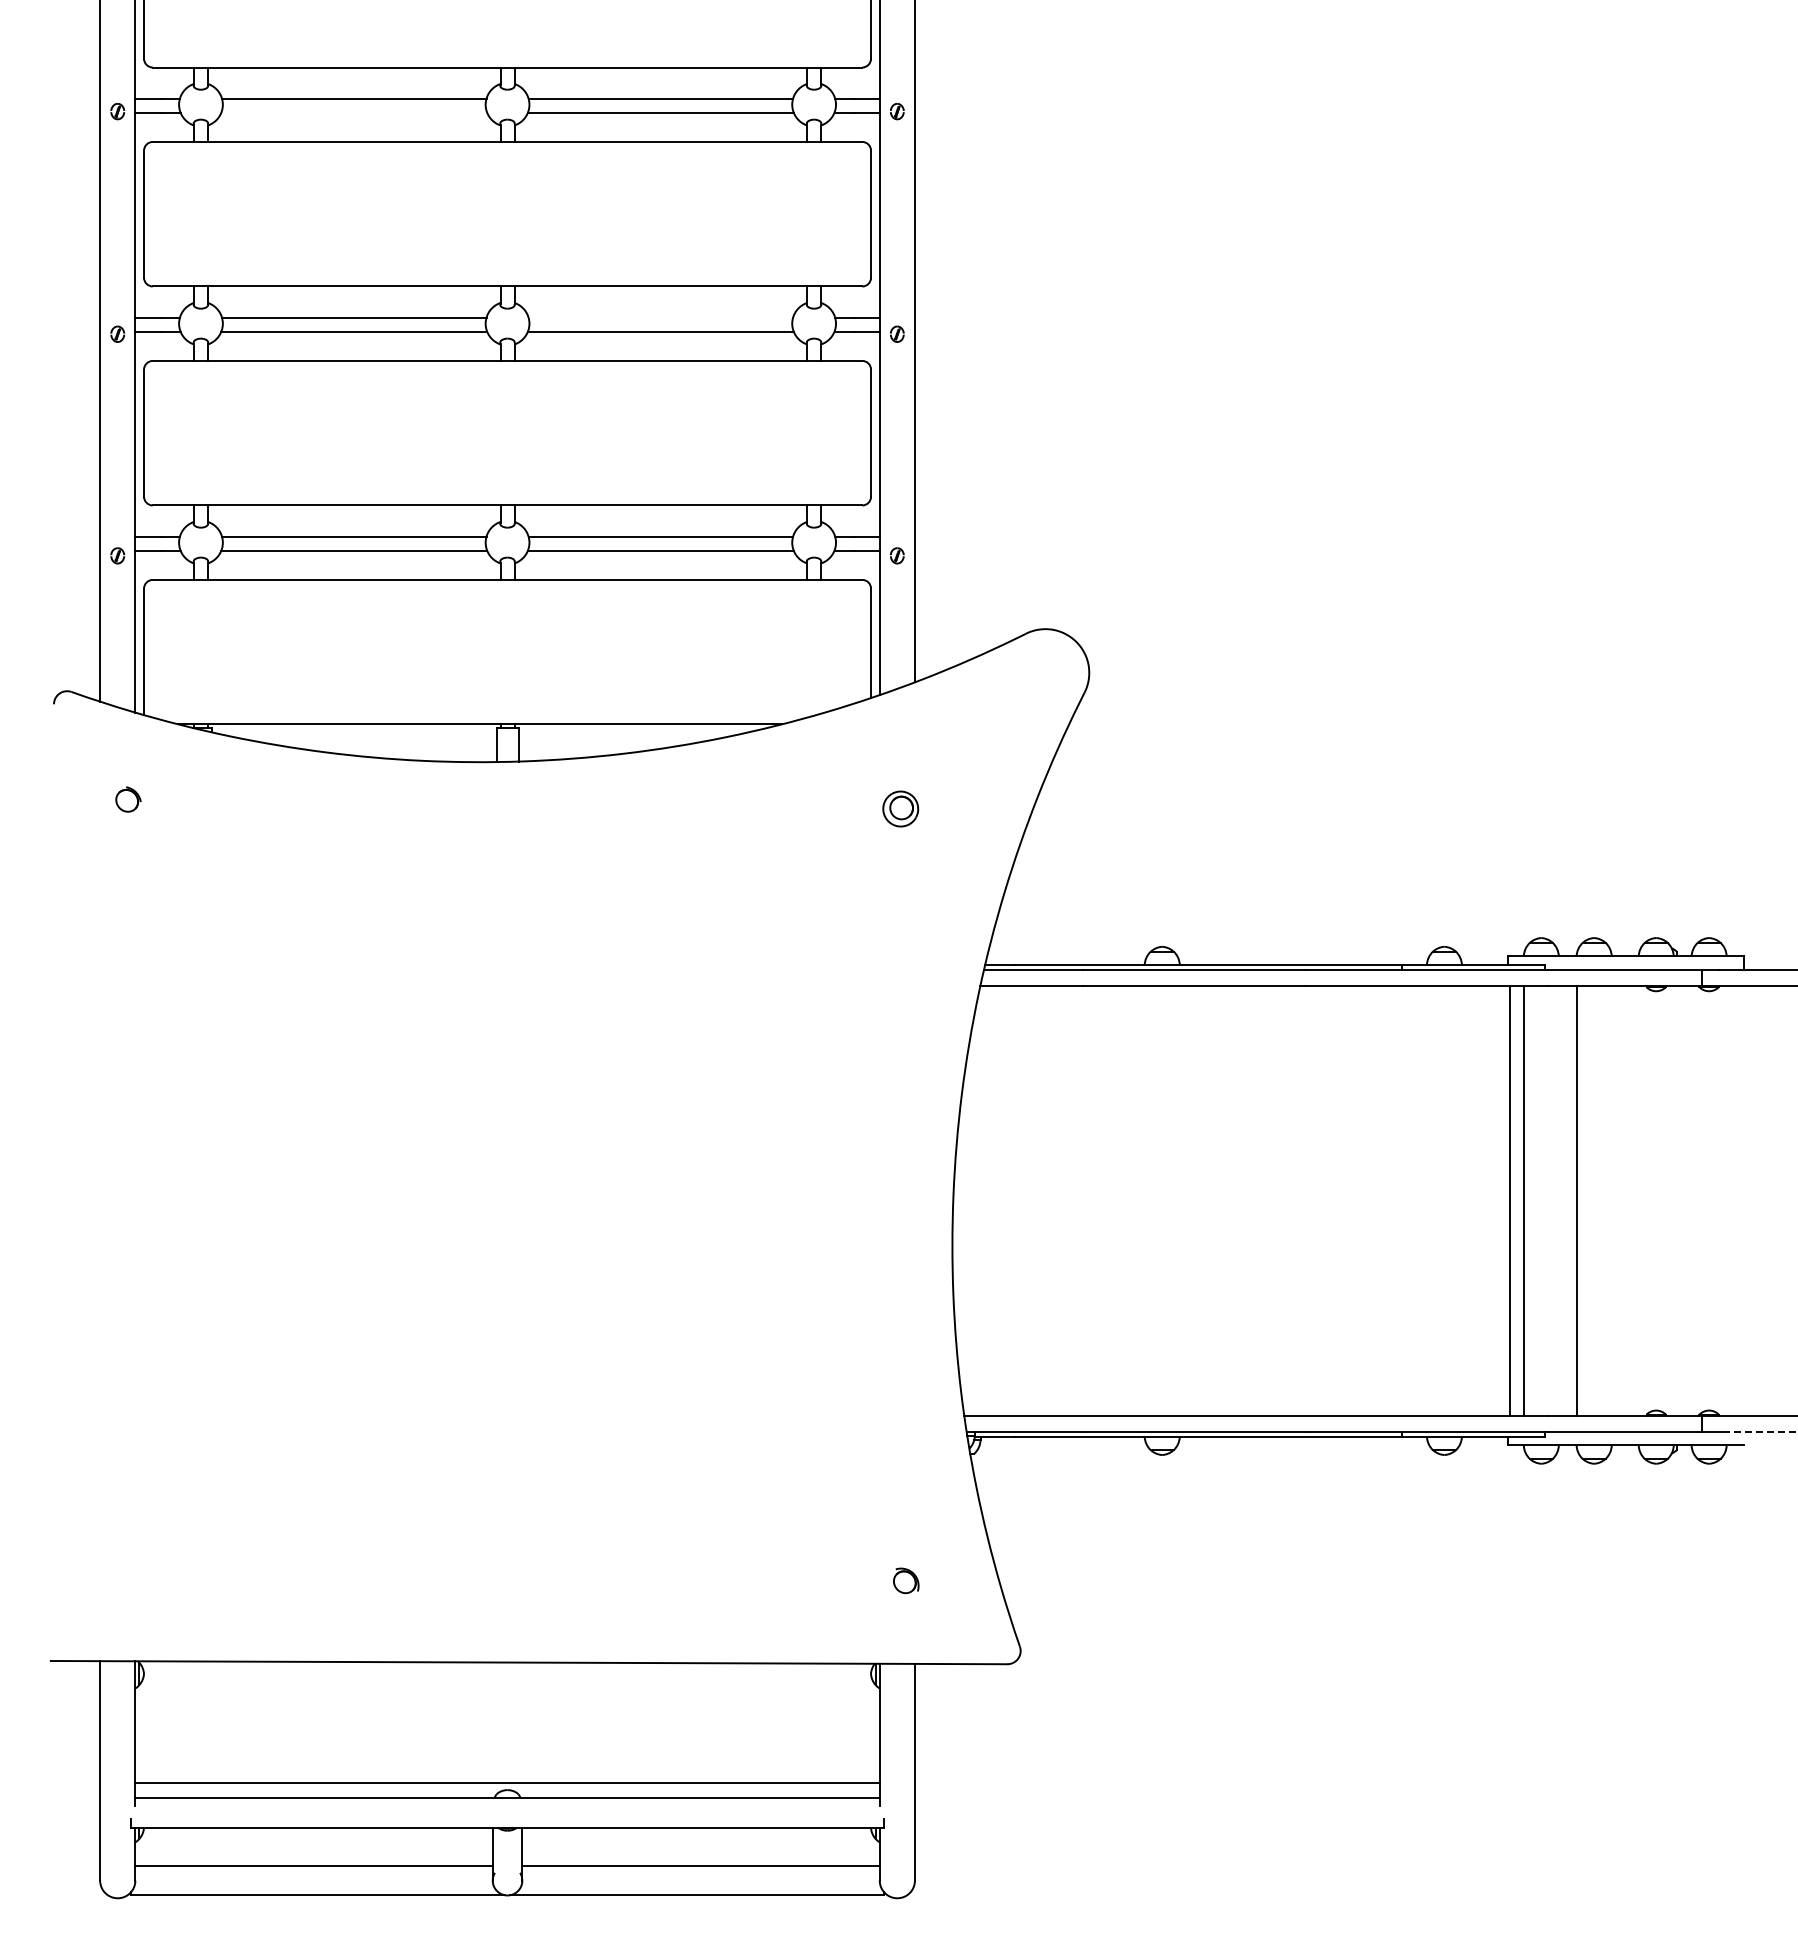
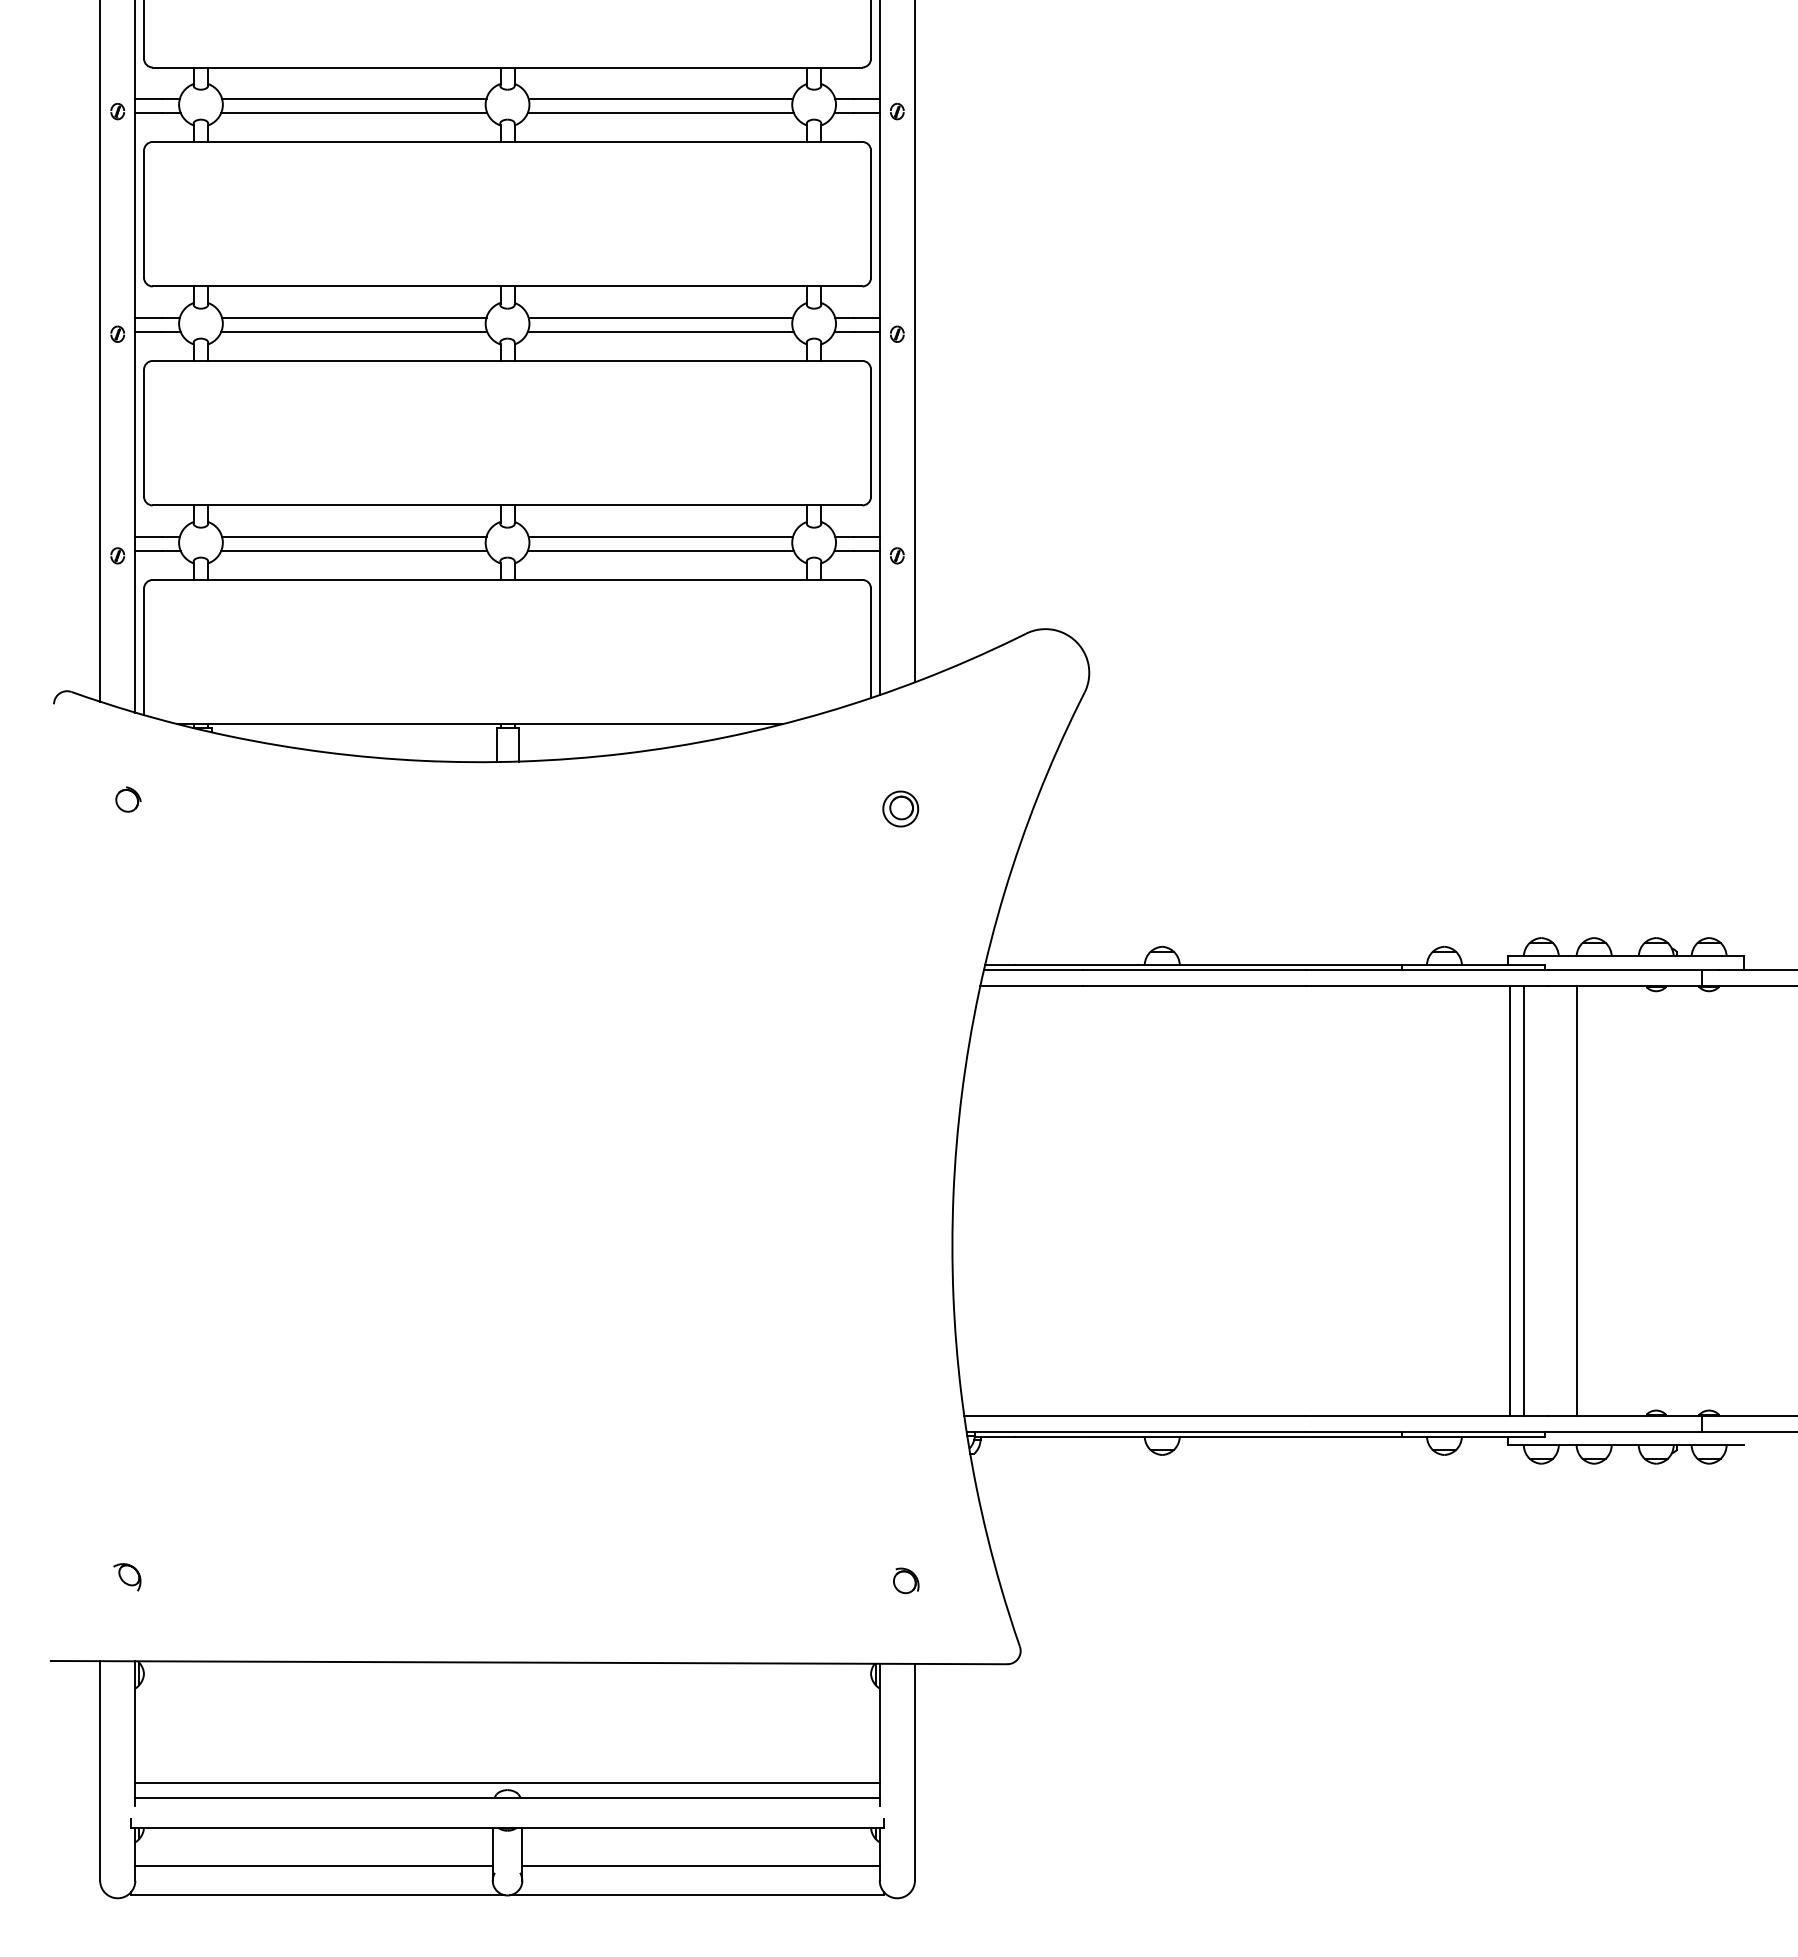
line at (354, 112): none -> present
line at (660, 317): none -> present
line at (1760, 1432): dashed -> solid
part at (127, 1577): none -> present
